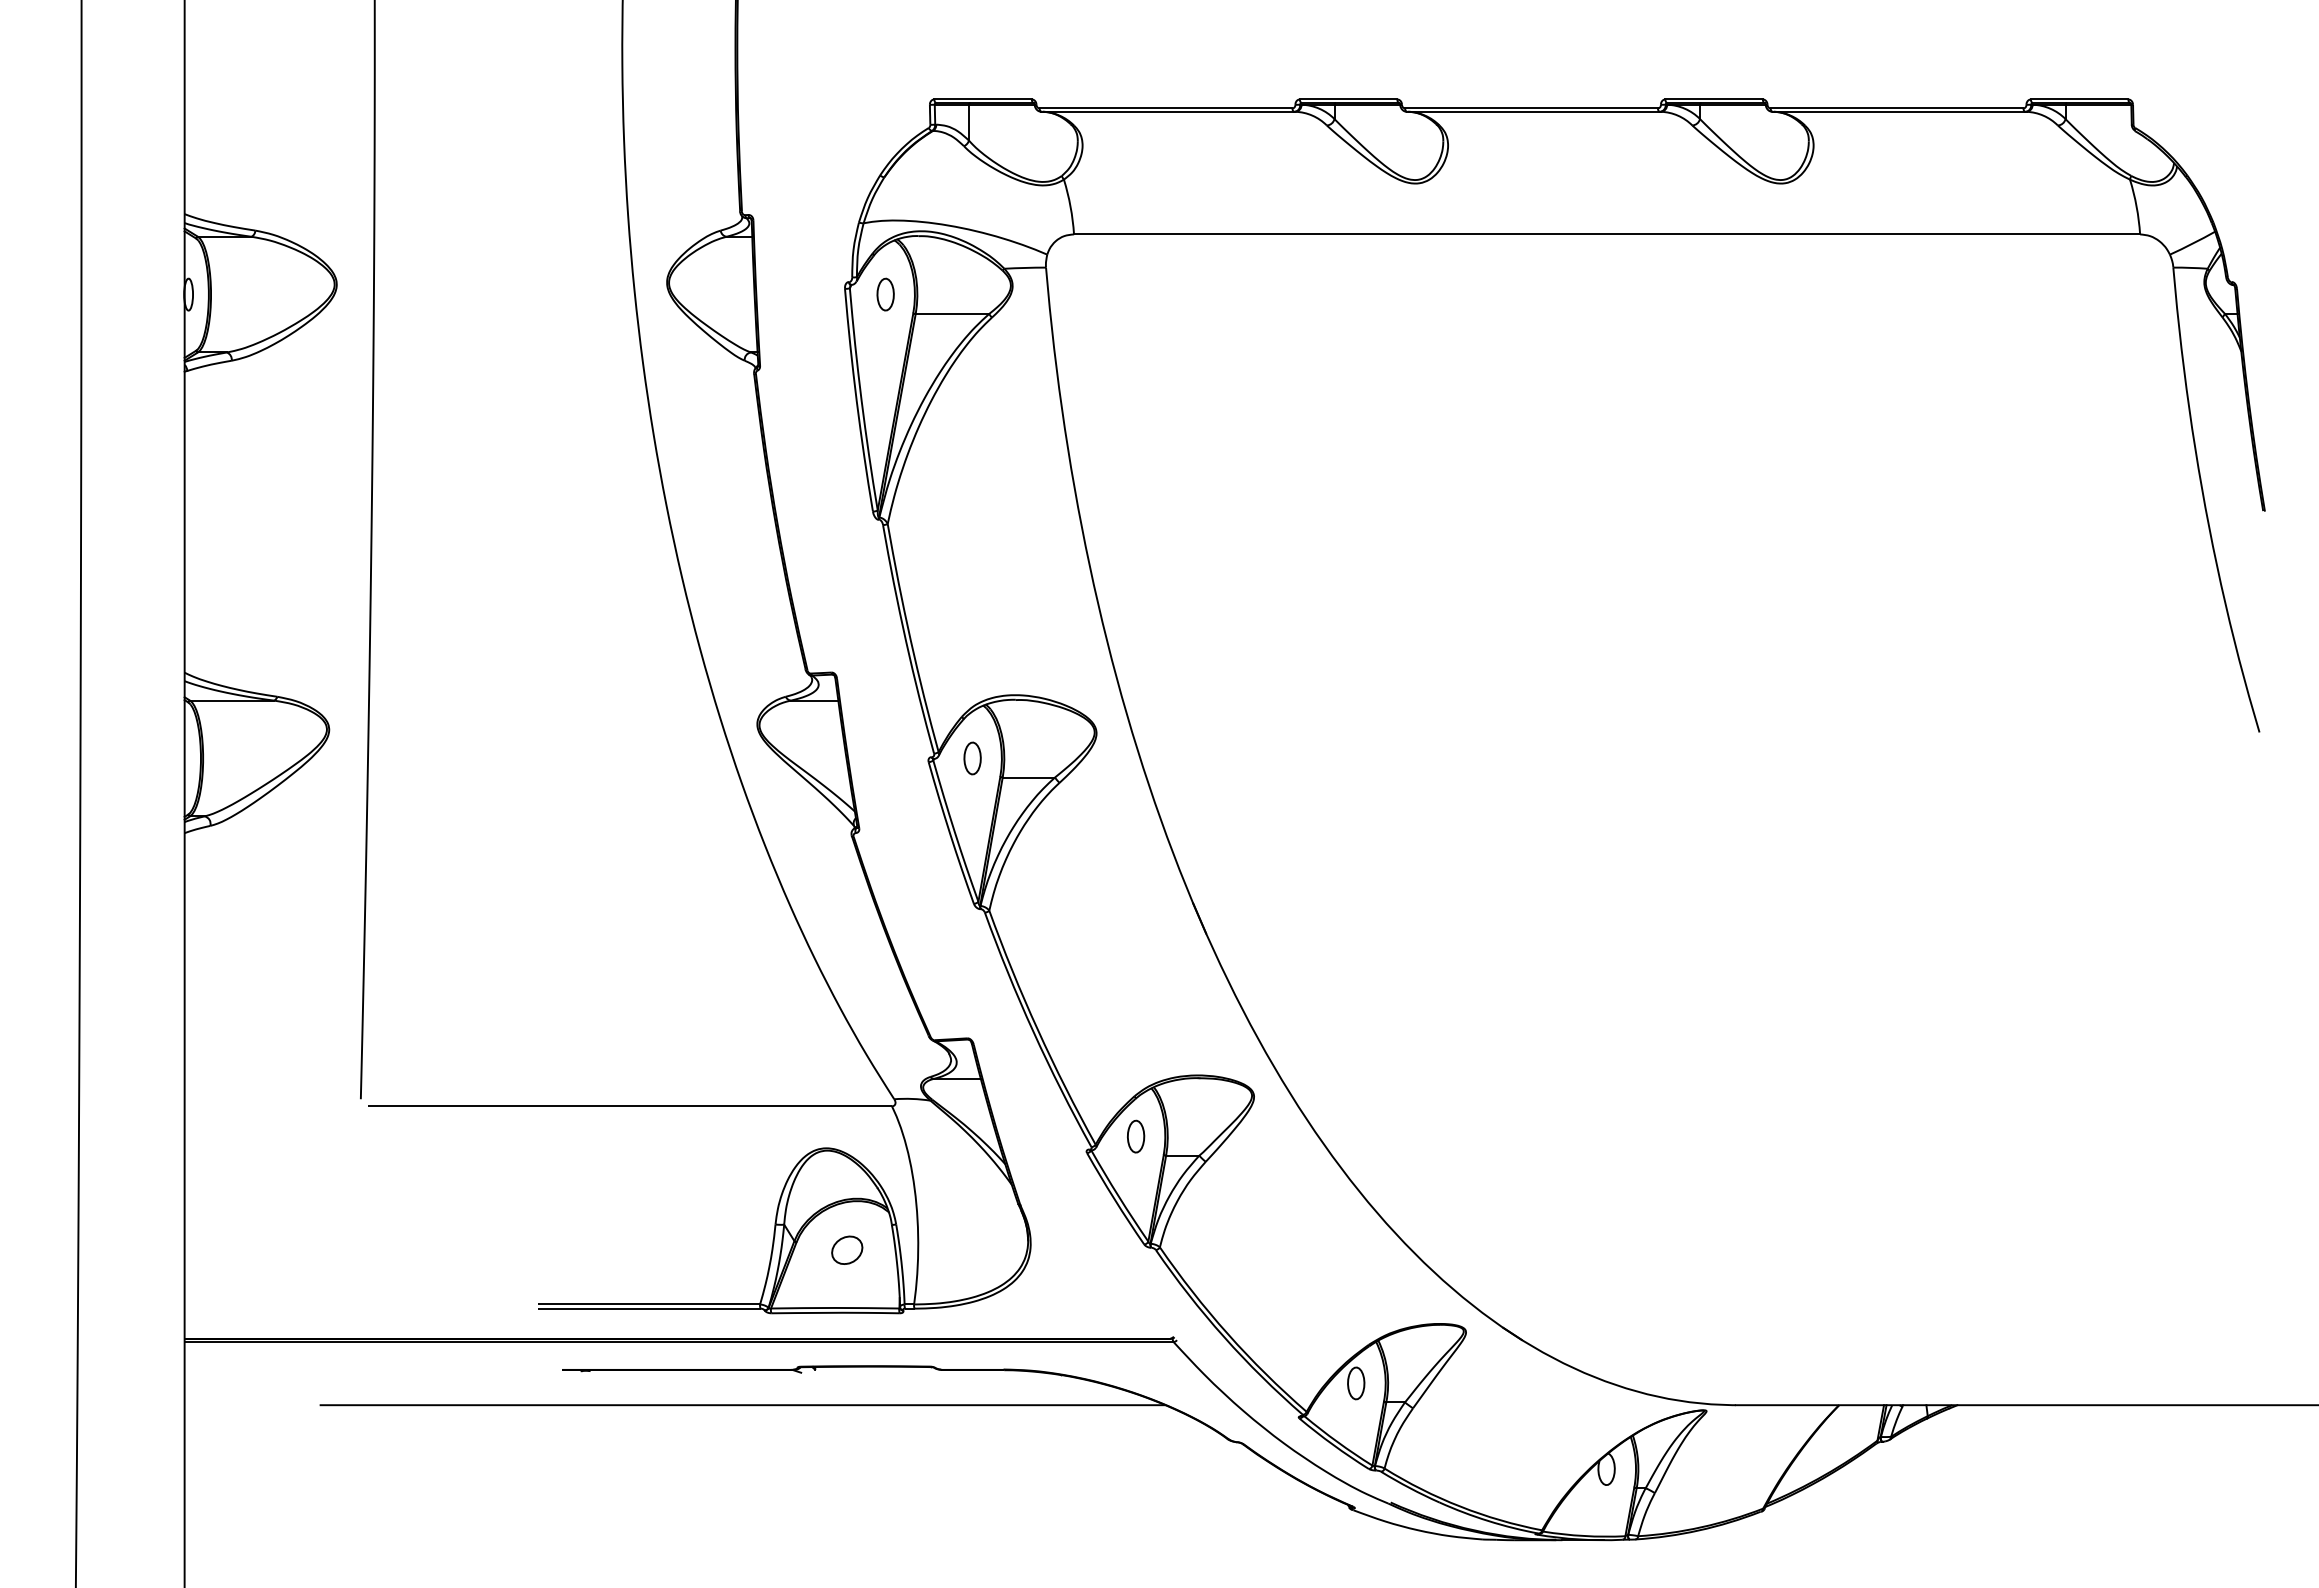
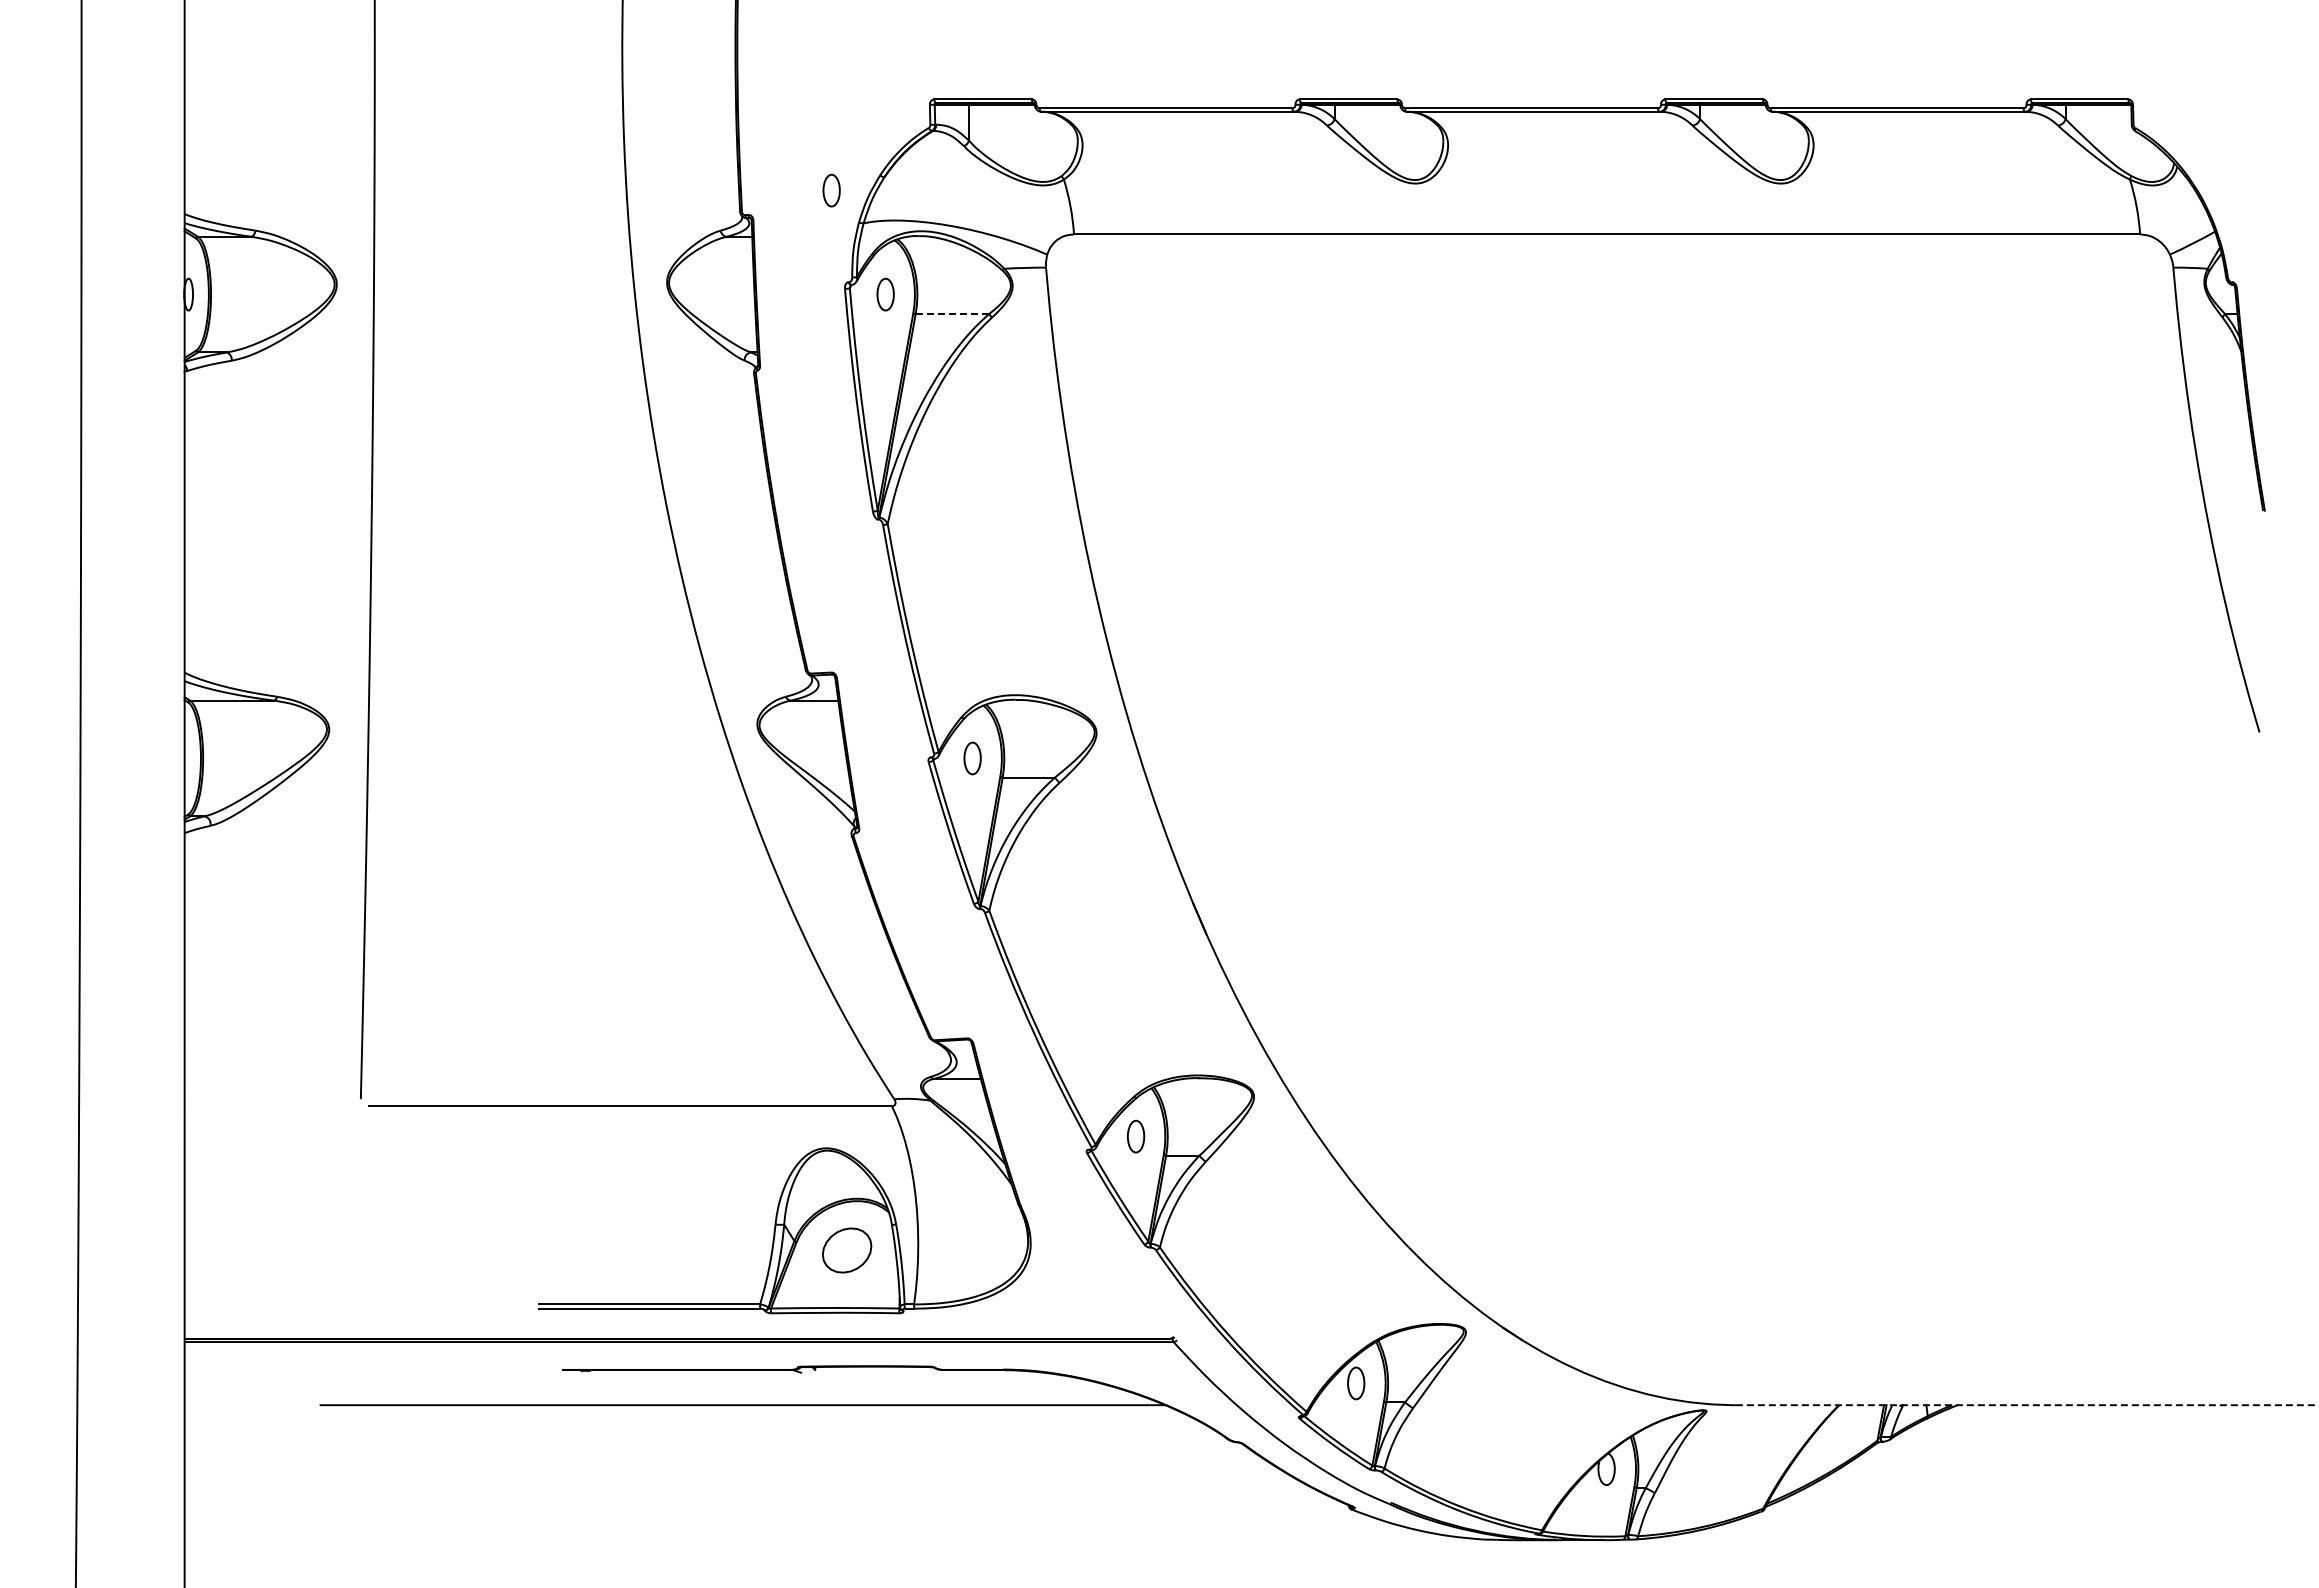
part at (831, 190): none -> present
line at (952, 314): solid -> dashed
part at (847, 1249) size: 33x30 px -> 51x47 px
line at (2027, 1405): solid -> dashed
